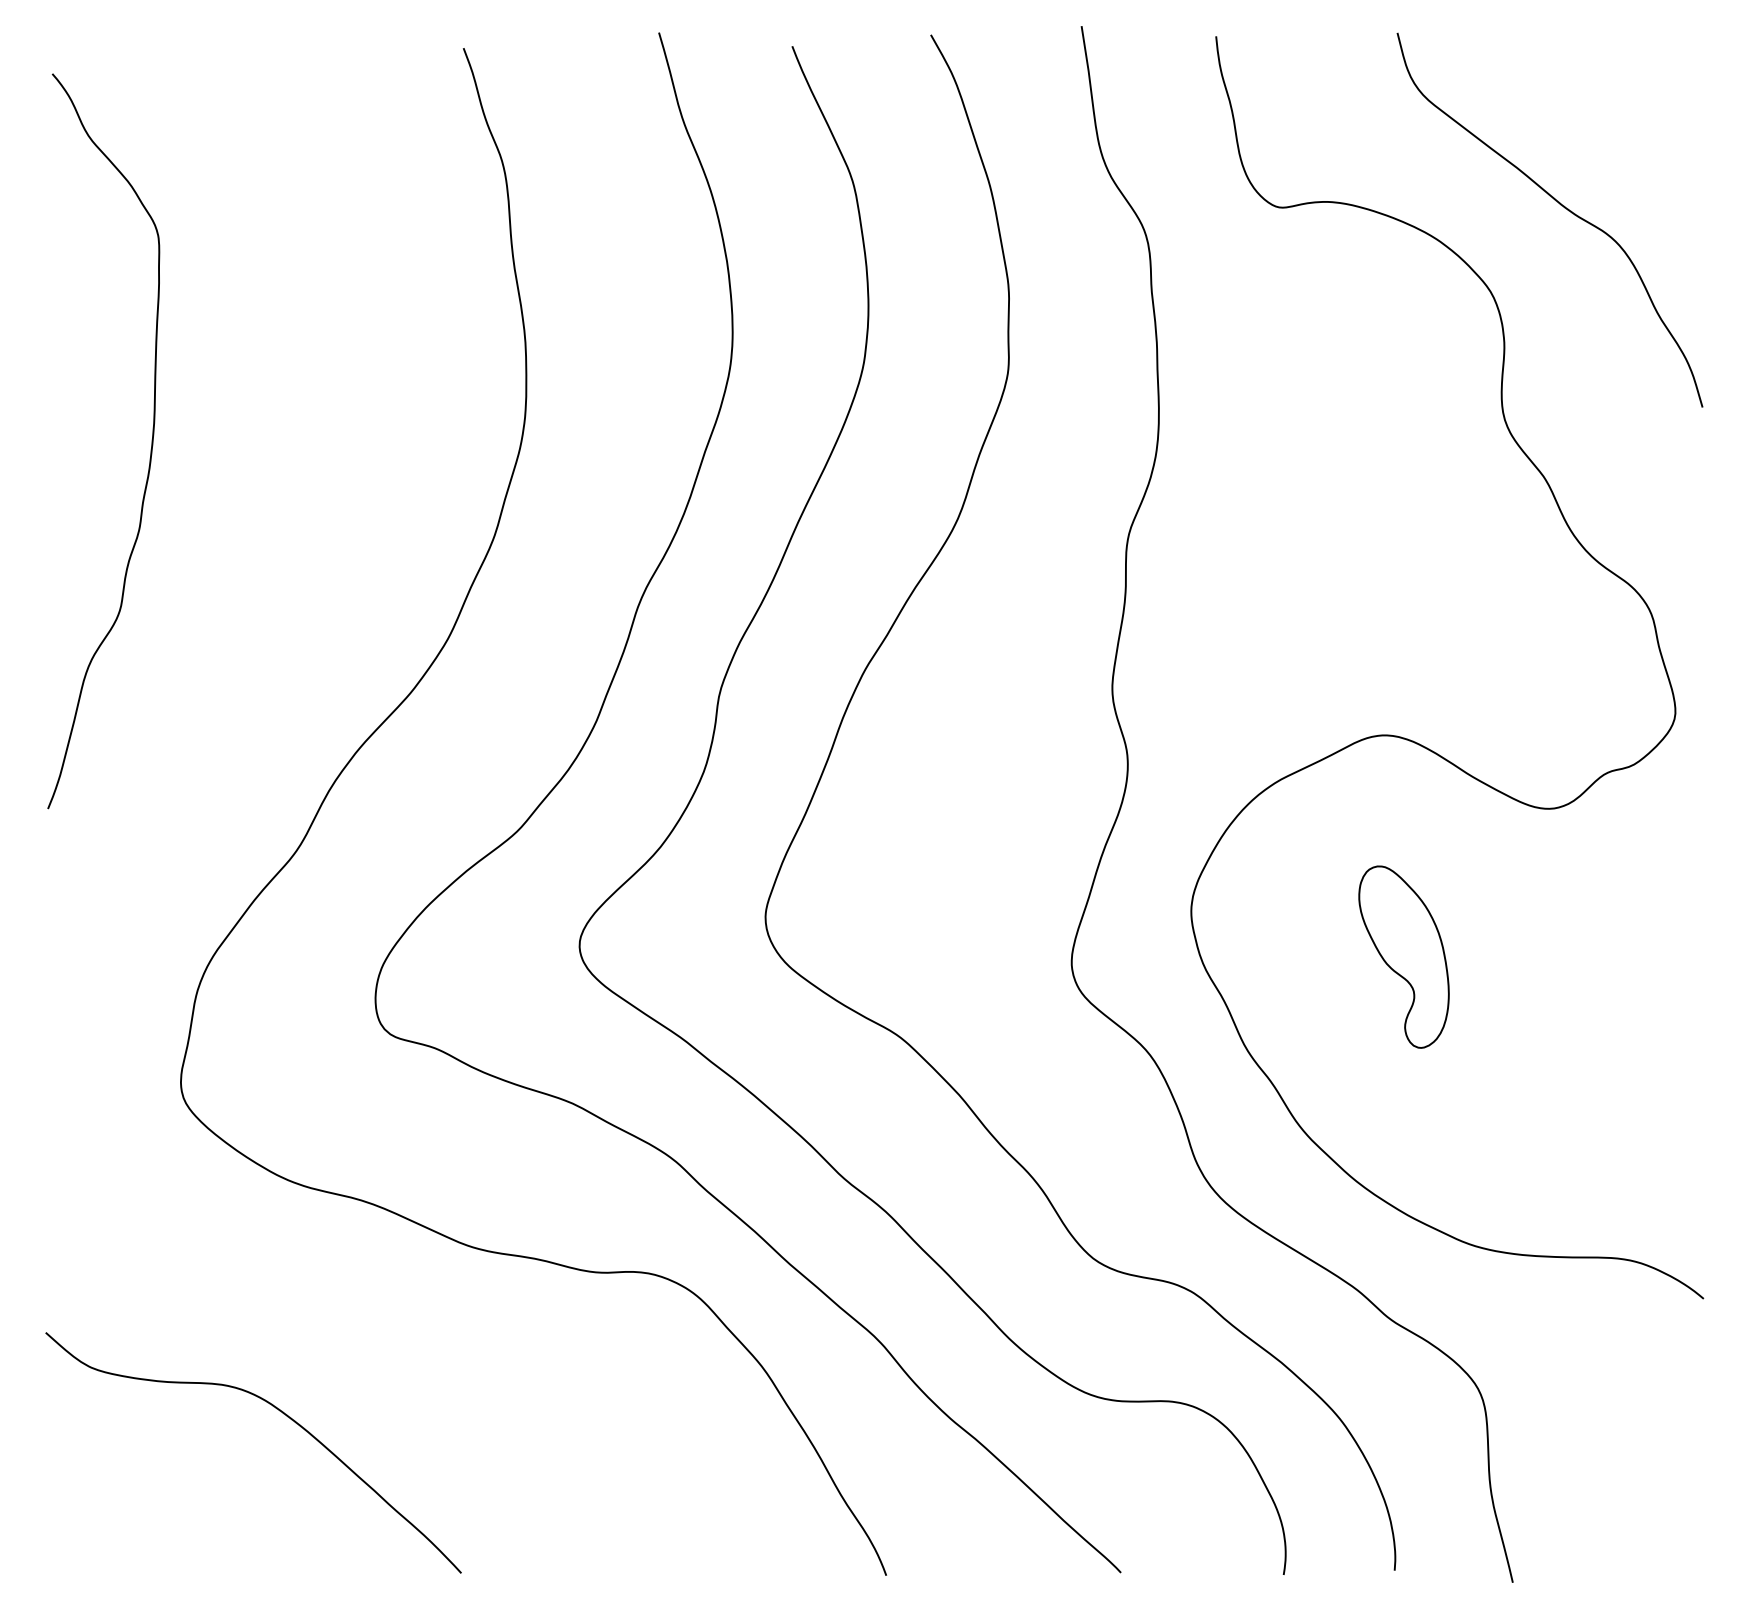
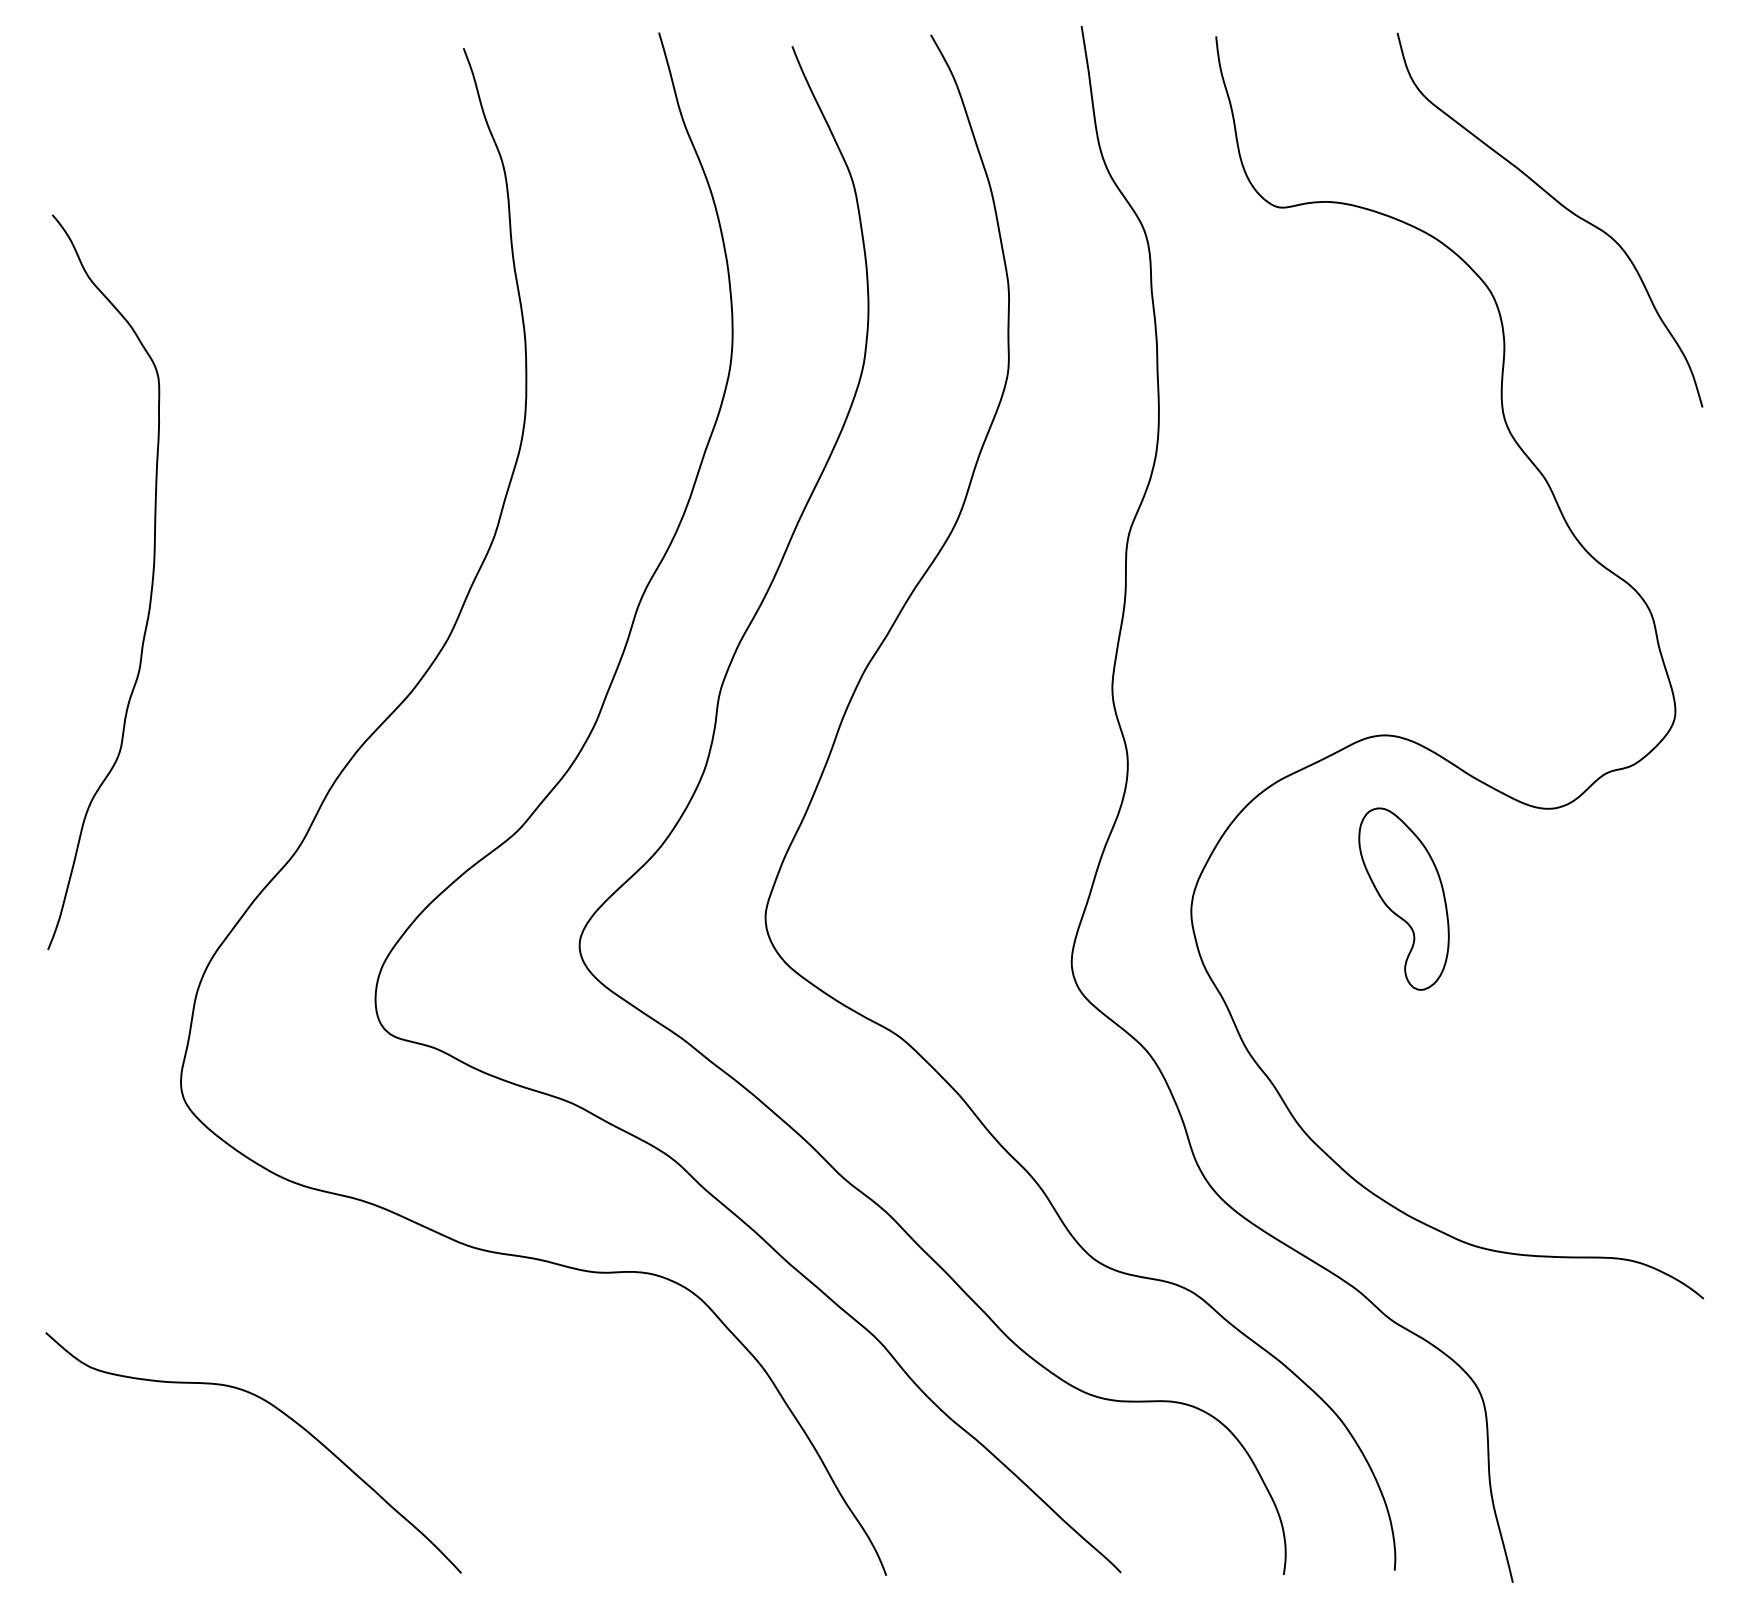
curve at (150, 449) position: (150, 449) -> (150, 590)
part at (1403, 956) position: (1403, 956) -> (1403, 898)
